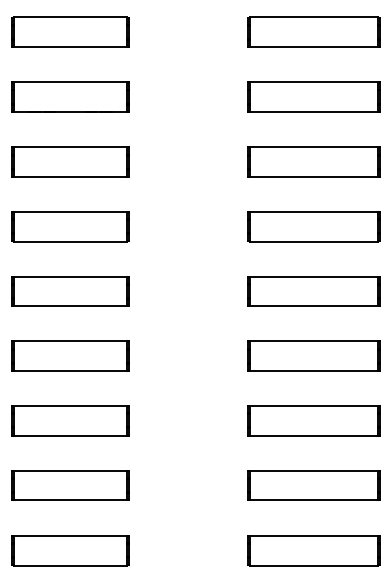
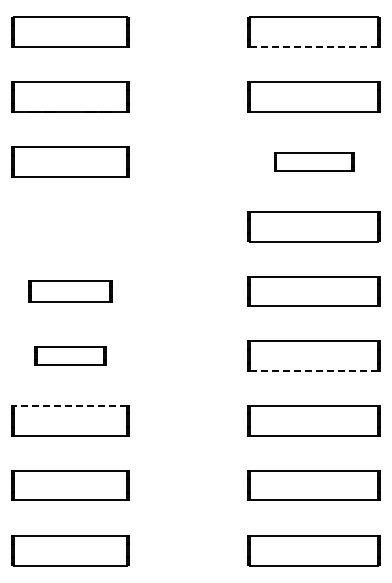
line at (314, 47): solid -> dashed
part at (313, 161) size: 134x32 px -> 81x20 px
part at (70, 226): present -> none
part at (70, 291) size: 119x31 px -> 85x23 px
part at (70, 355) size: 119x32 px -> 73x20 px
line at (314, 371): solid -> dashed
line at (70, 405): solid -> dashed
